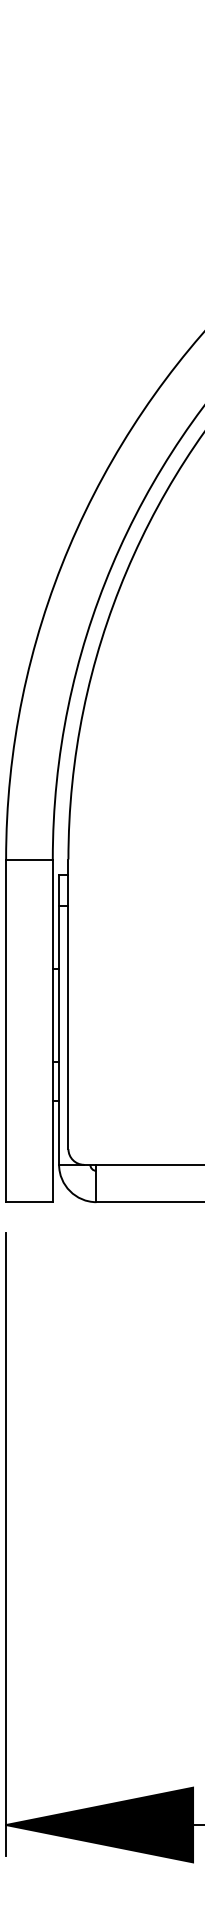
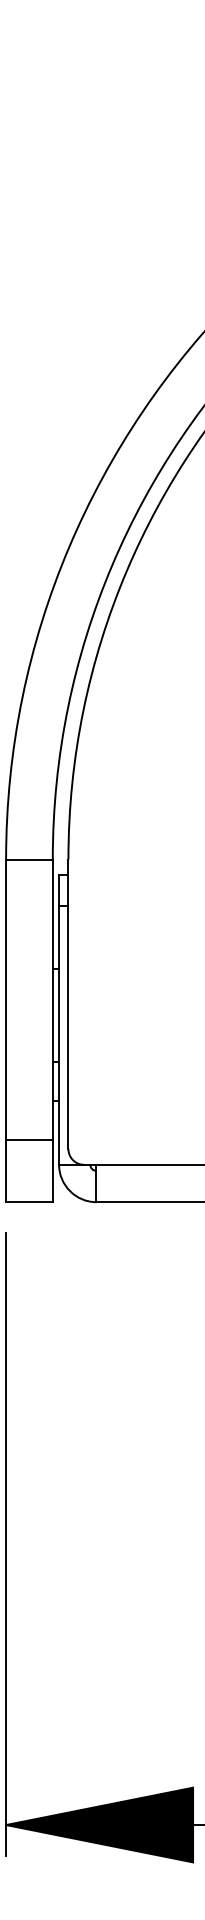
line at (29, 1139): none -> present
